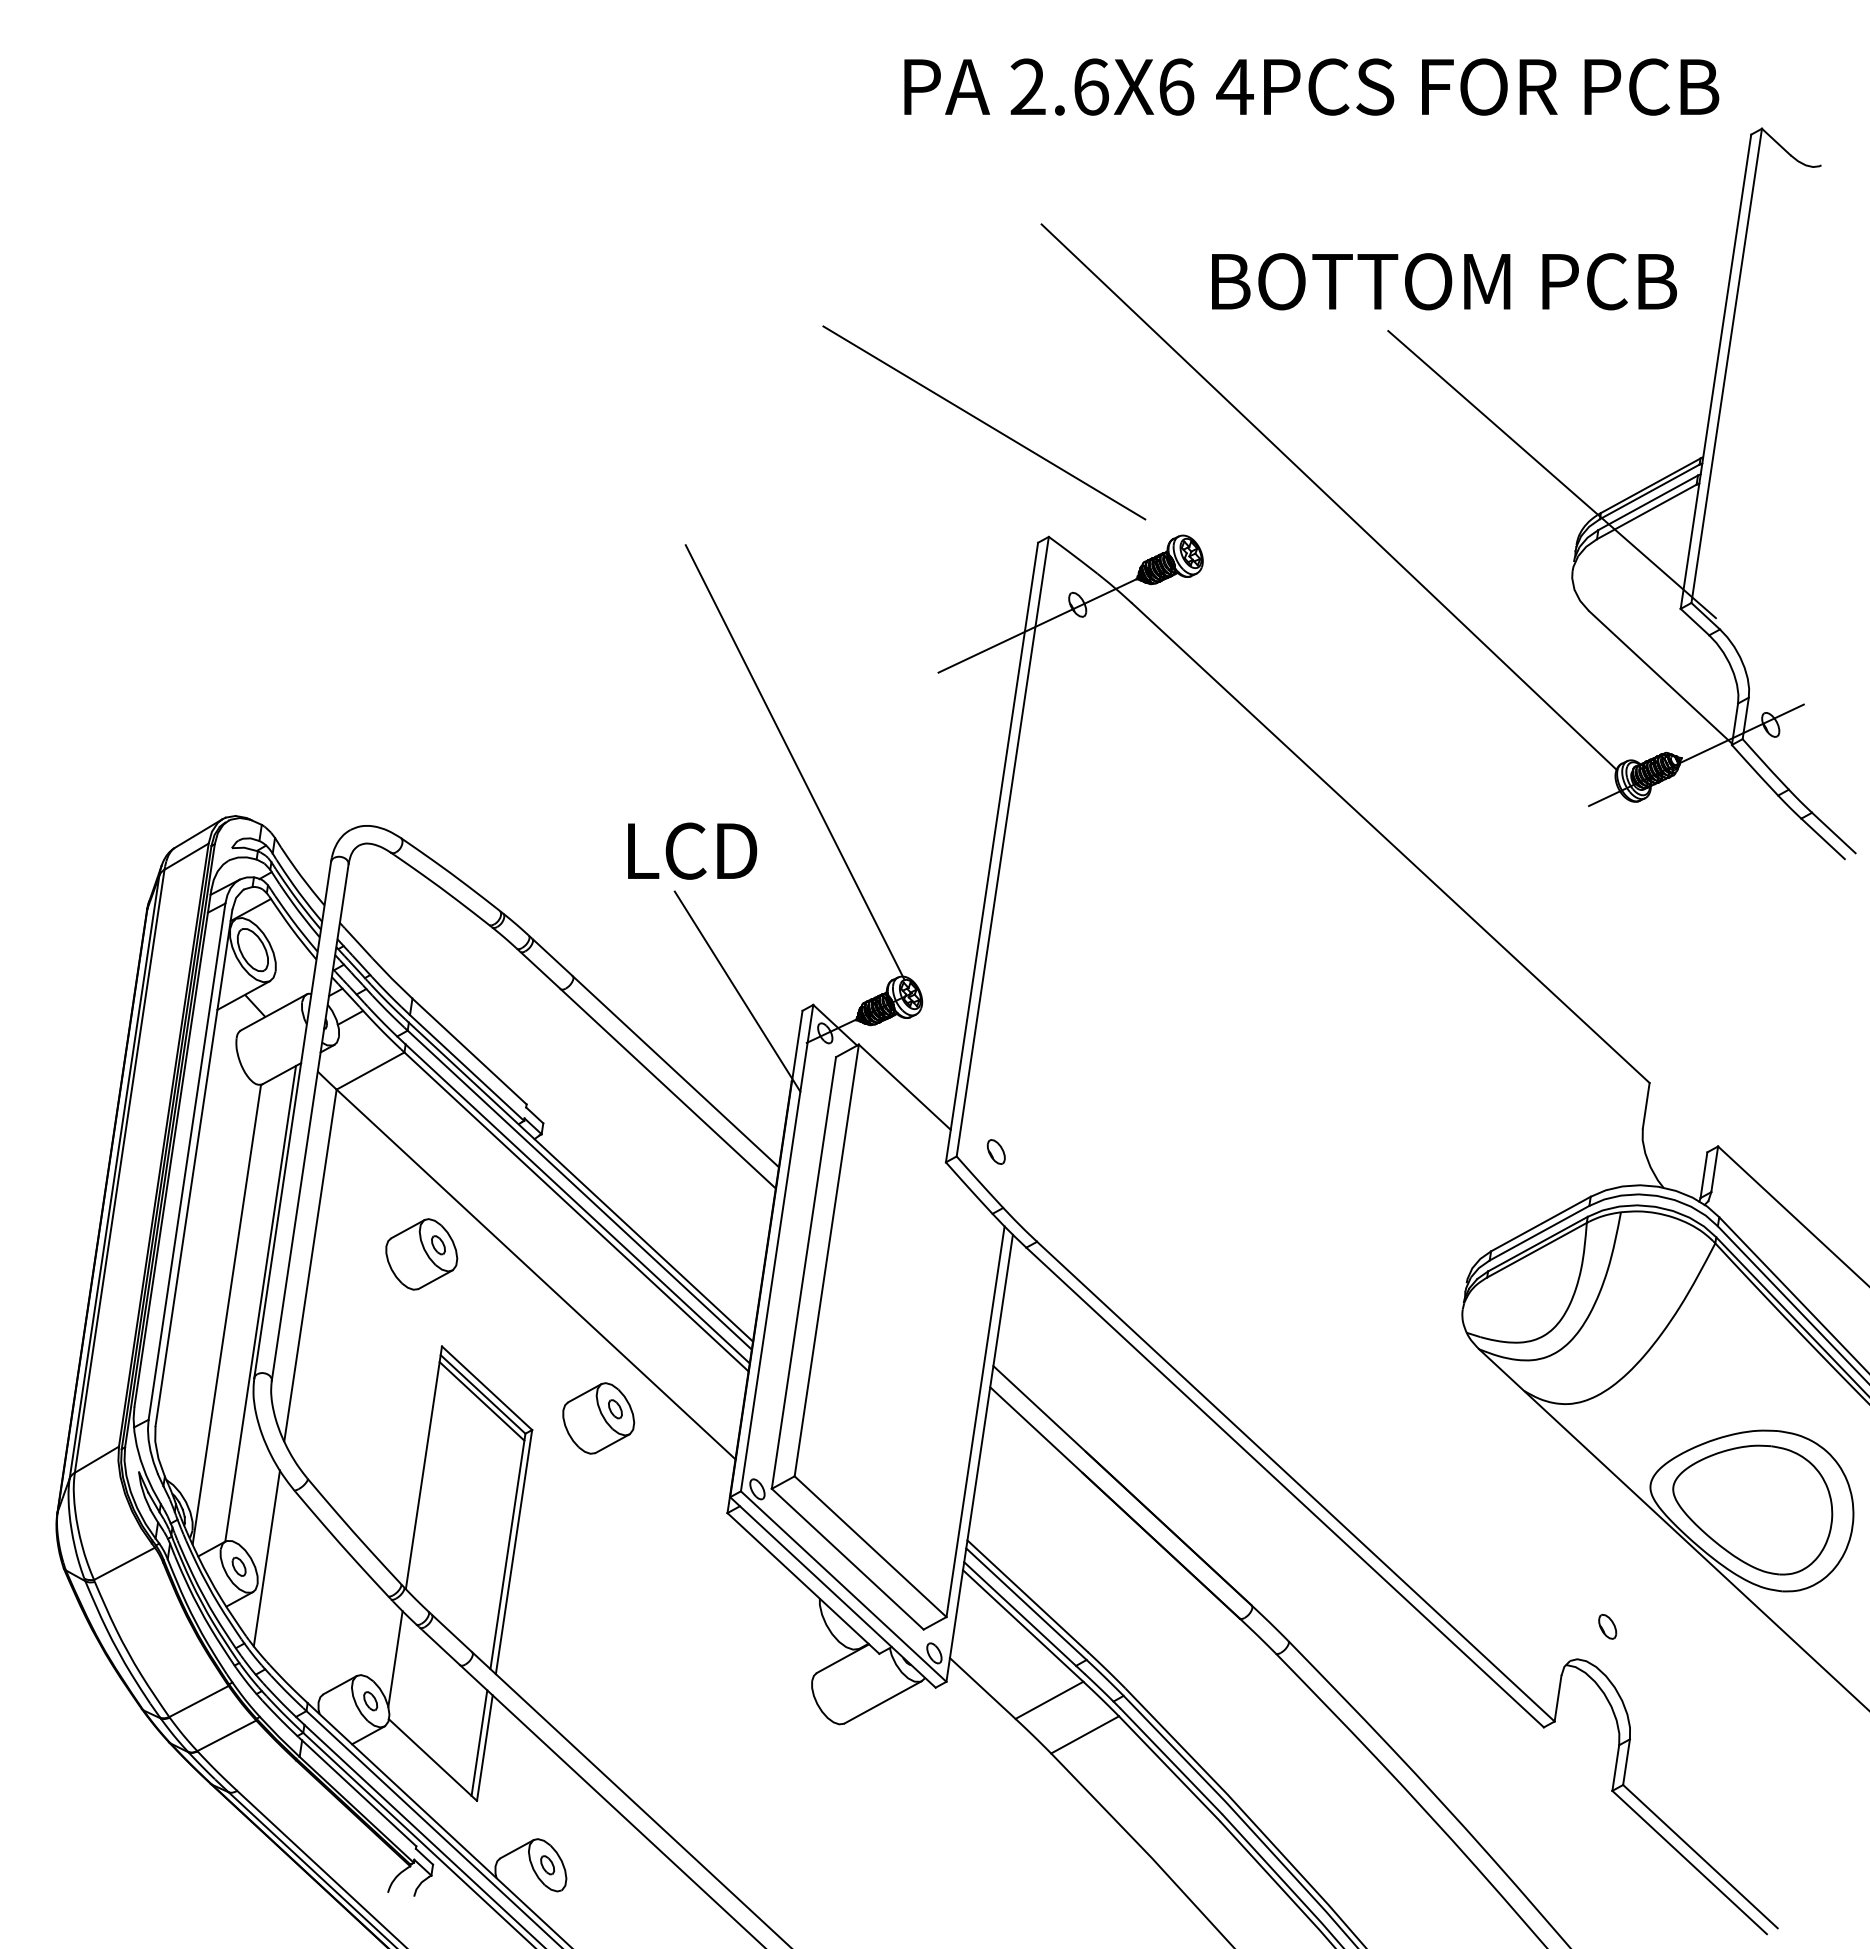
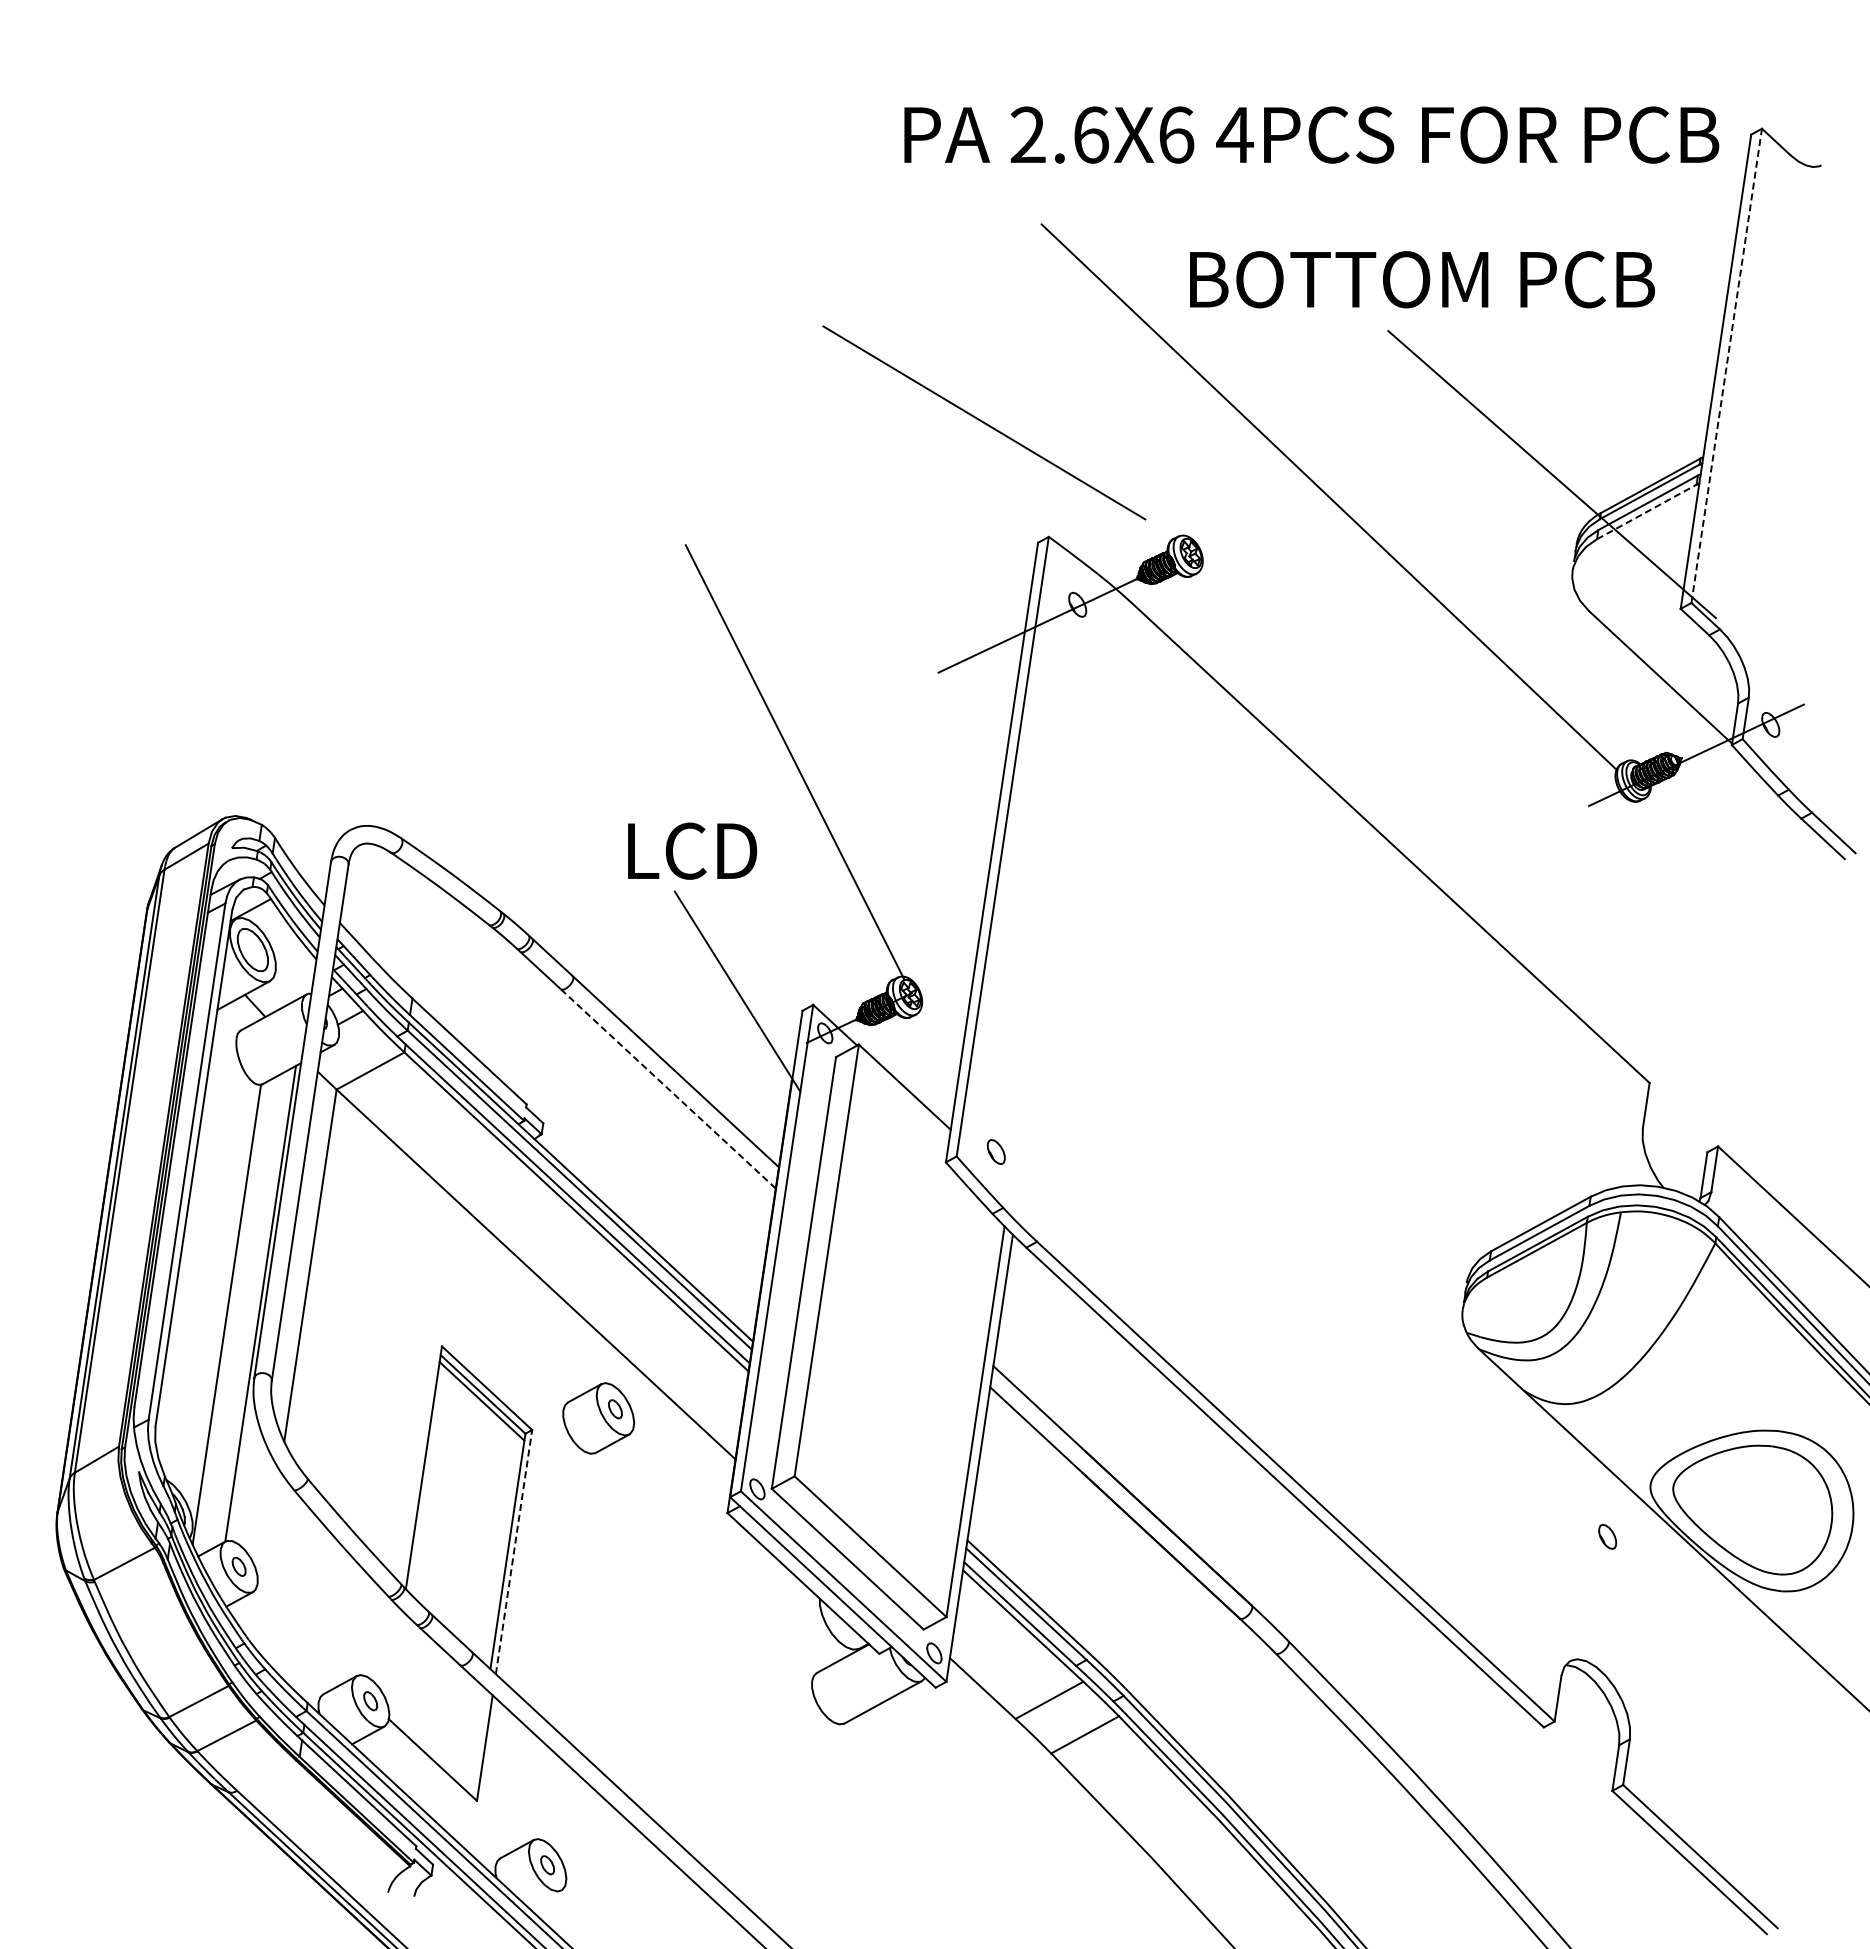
text at (1311, 86) position: (1311, 86) -> (1311, 134)
text at (1444, 281) position: (1444, 281) -> (1422, 279)
line at (1726, 365): solid -> dashed
line at (1646, 511): solid -> dashed
line at (668, 1088): solid -> dashed
part at (421, 1254): present -> none
line at (514, 1551): solid -> dashed
line at (266, 1558): present -> none
part at (1607, 1626) position: (1607, 1626) -> (1607, 1536)
line at (395, 1659): present -> none
line at (479, 1742): present -> none
